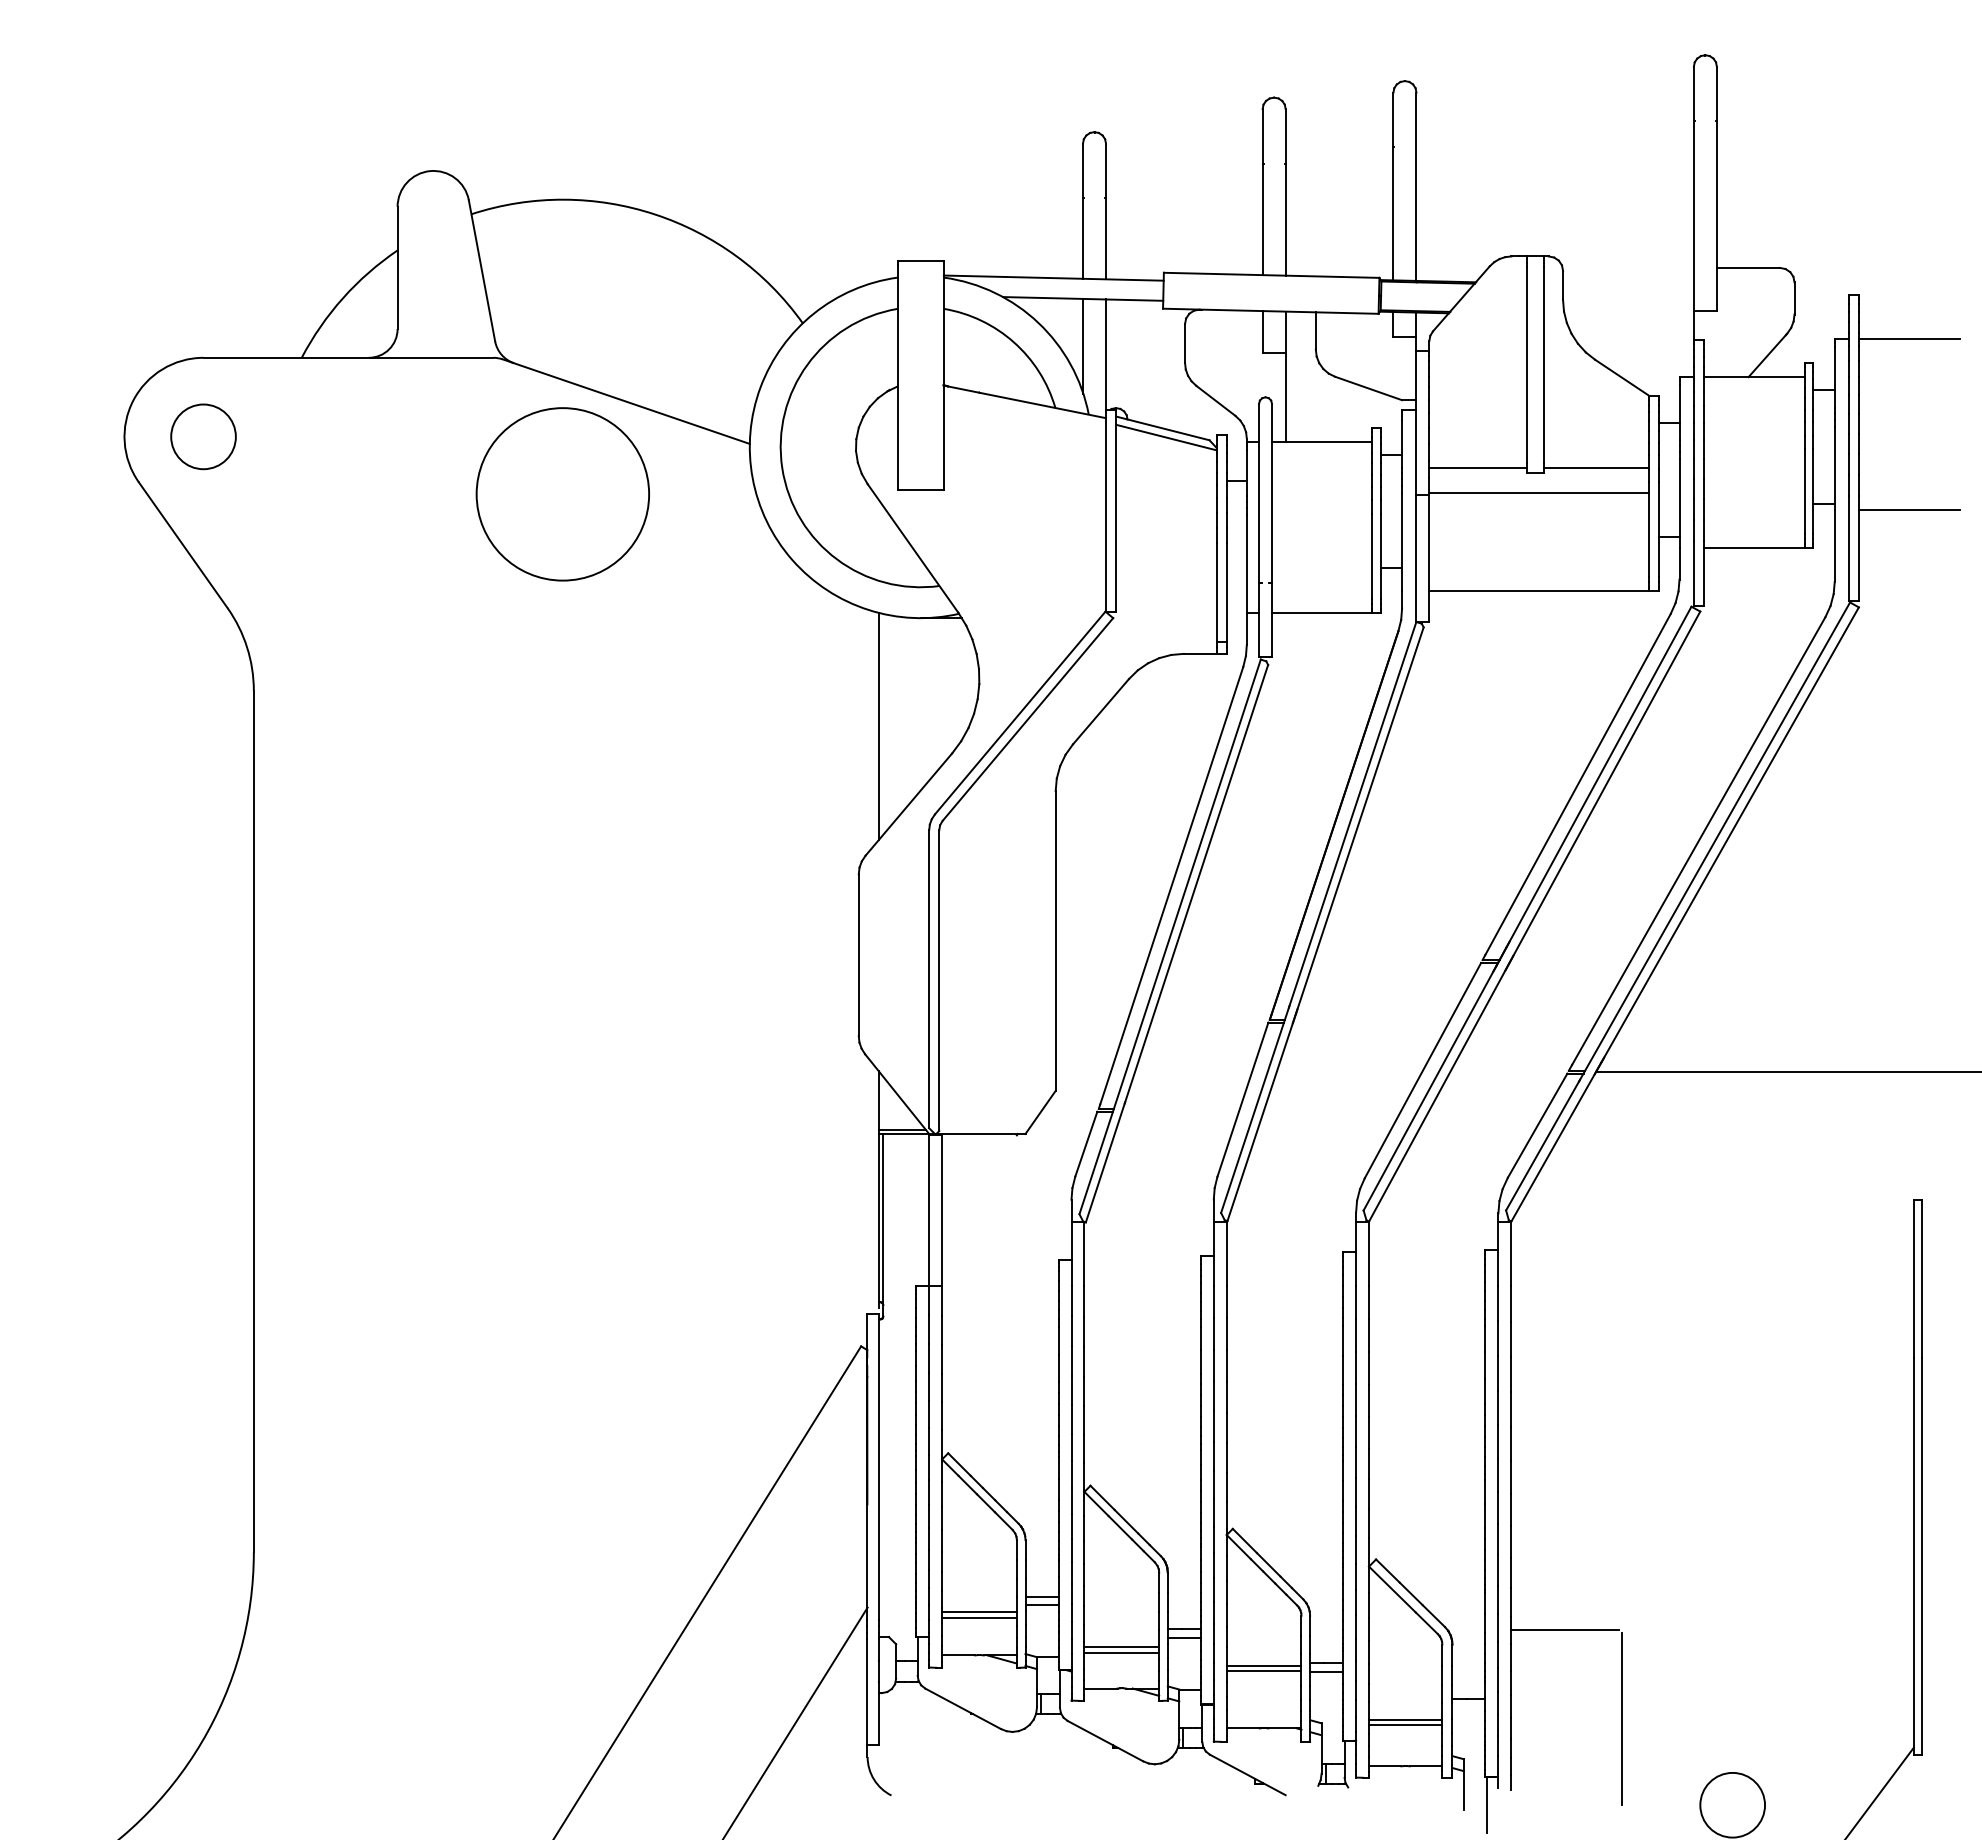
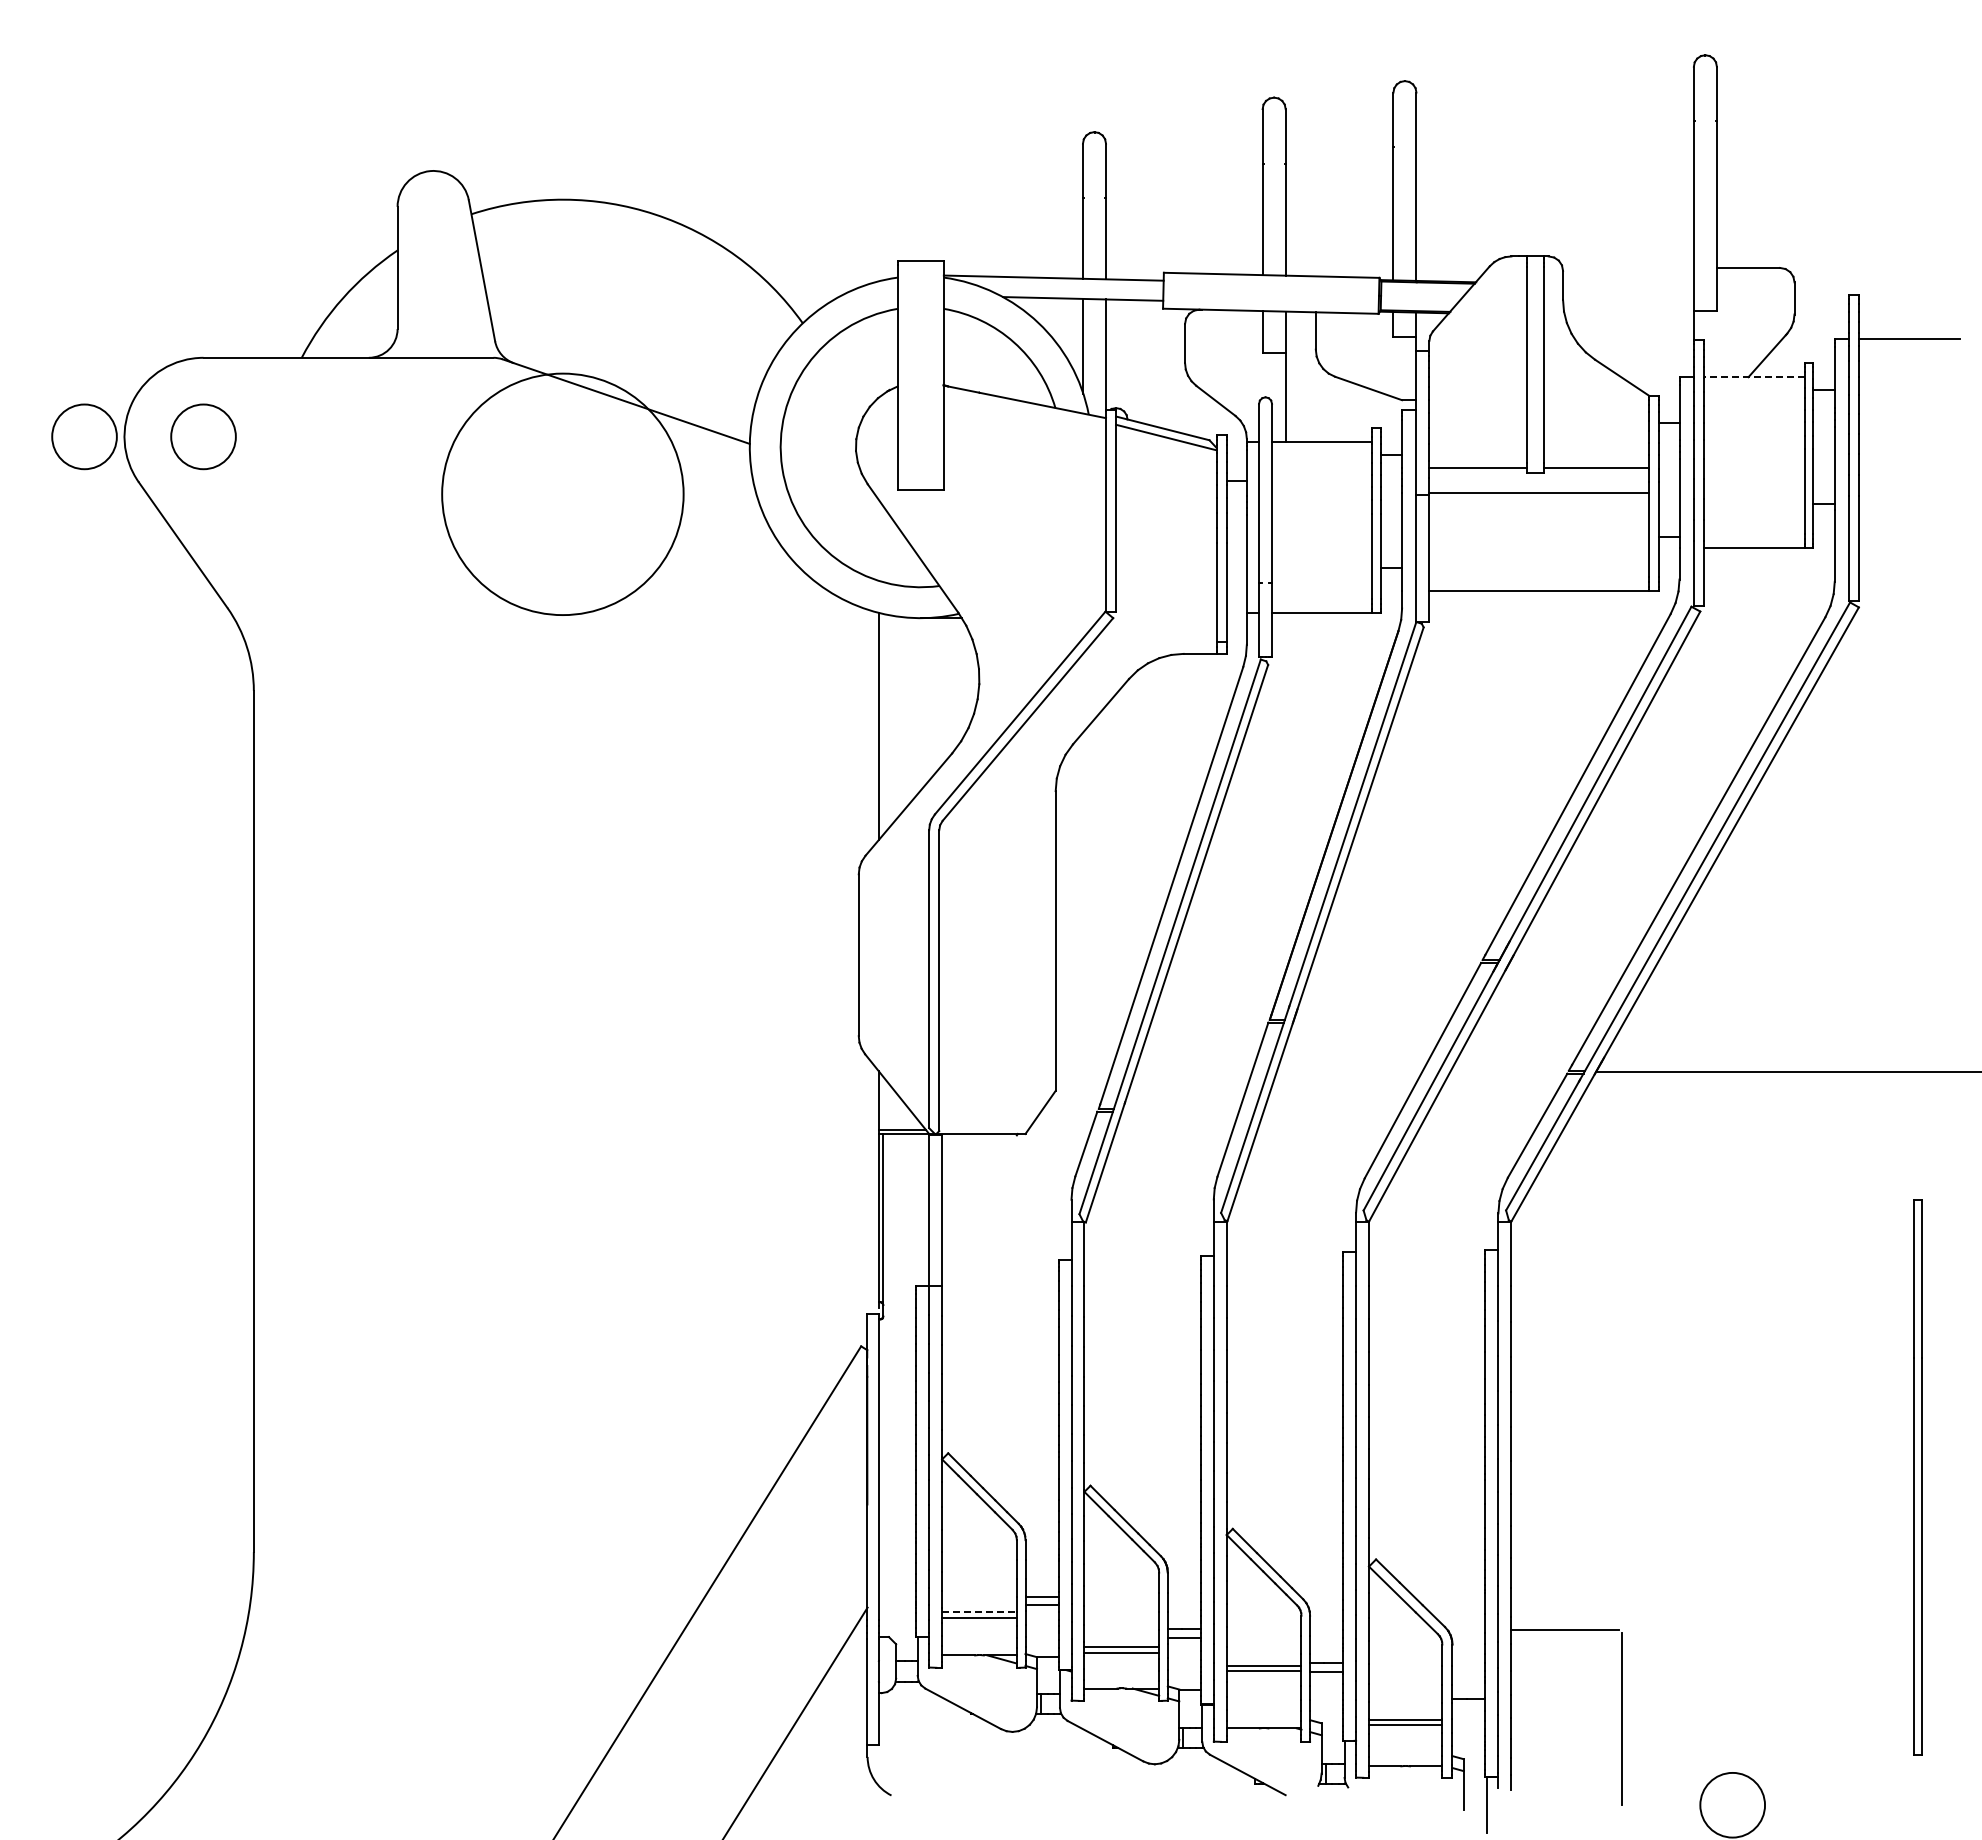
line at (1753, 377): solid -> dashed
circle at (84, 436): none -> present
circle at (562, 494) diameter: 172 px -> 241 px
line at (1909, 510): present -> none
line at (980, 1612): solid -> dashed
line at (1880, 1791): present -> none
